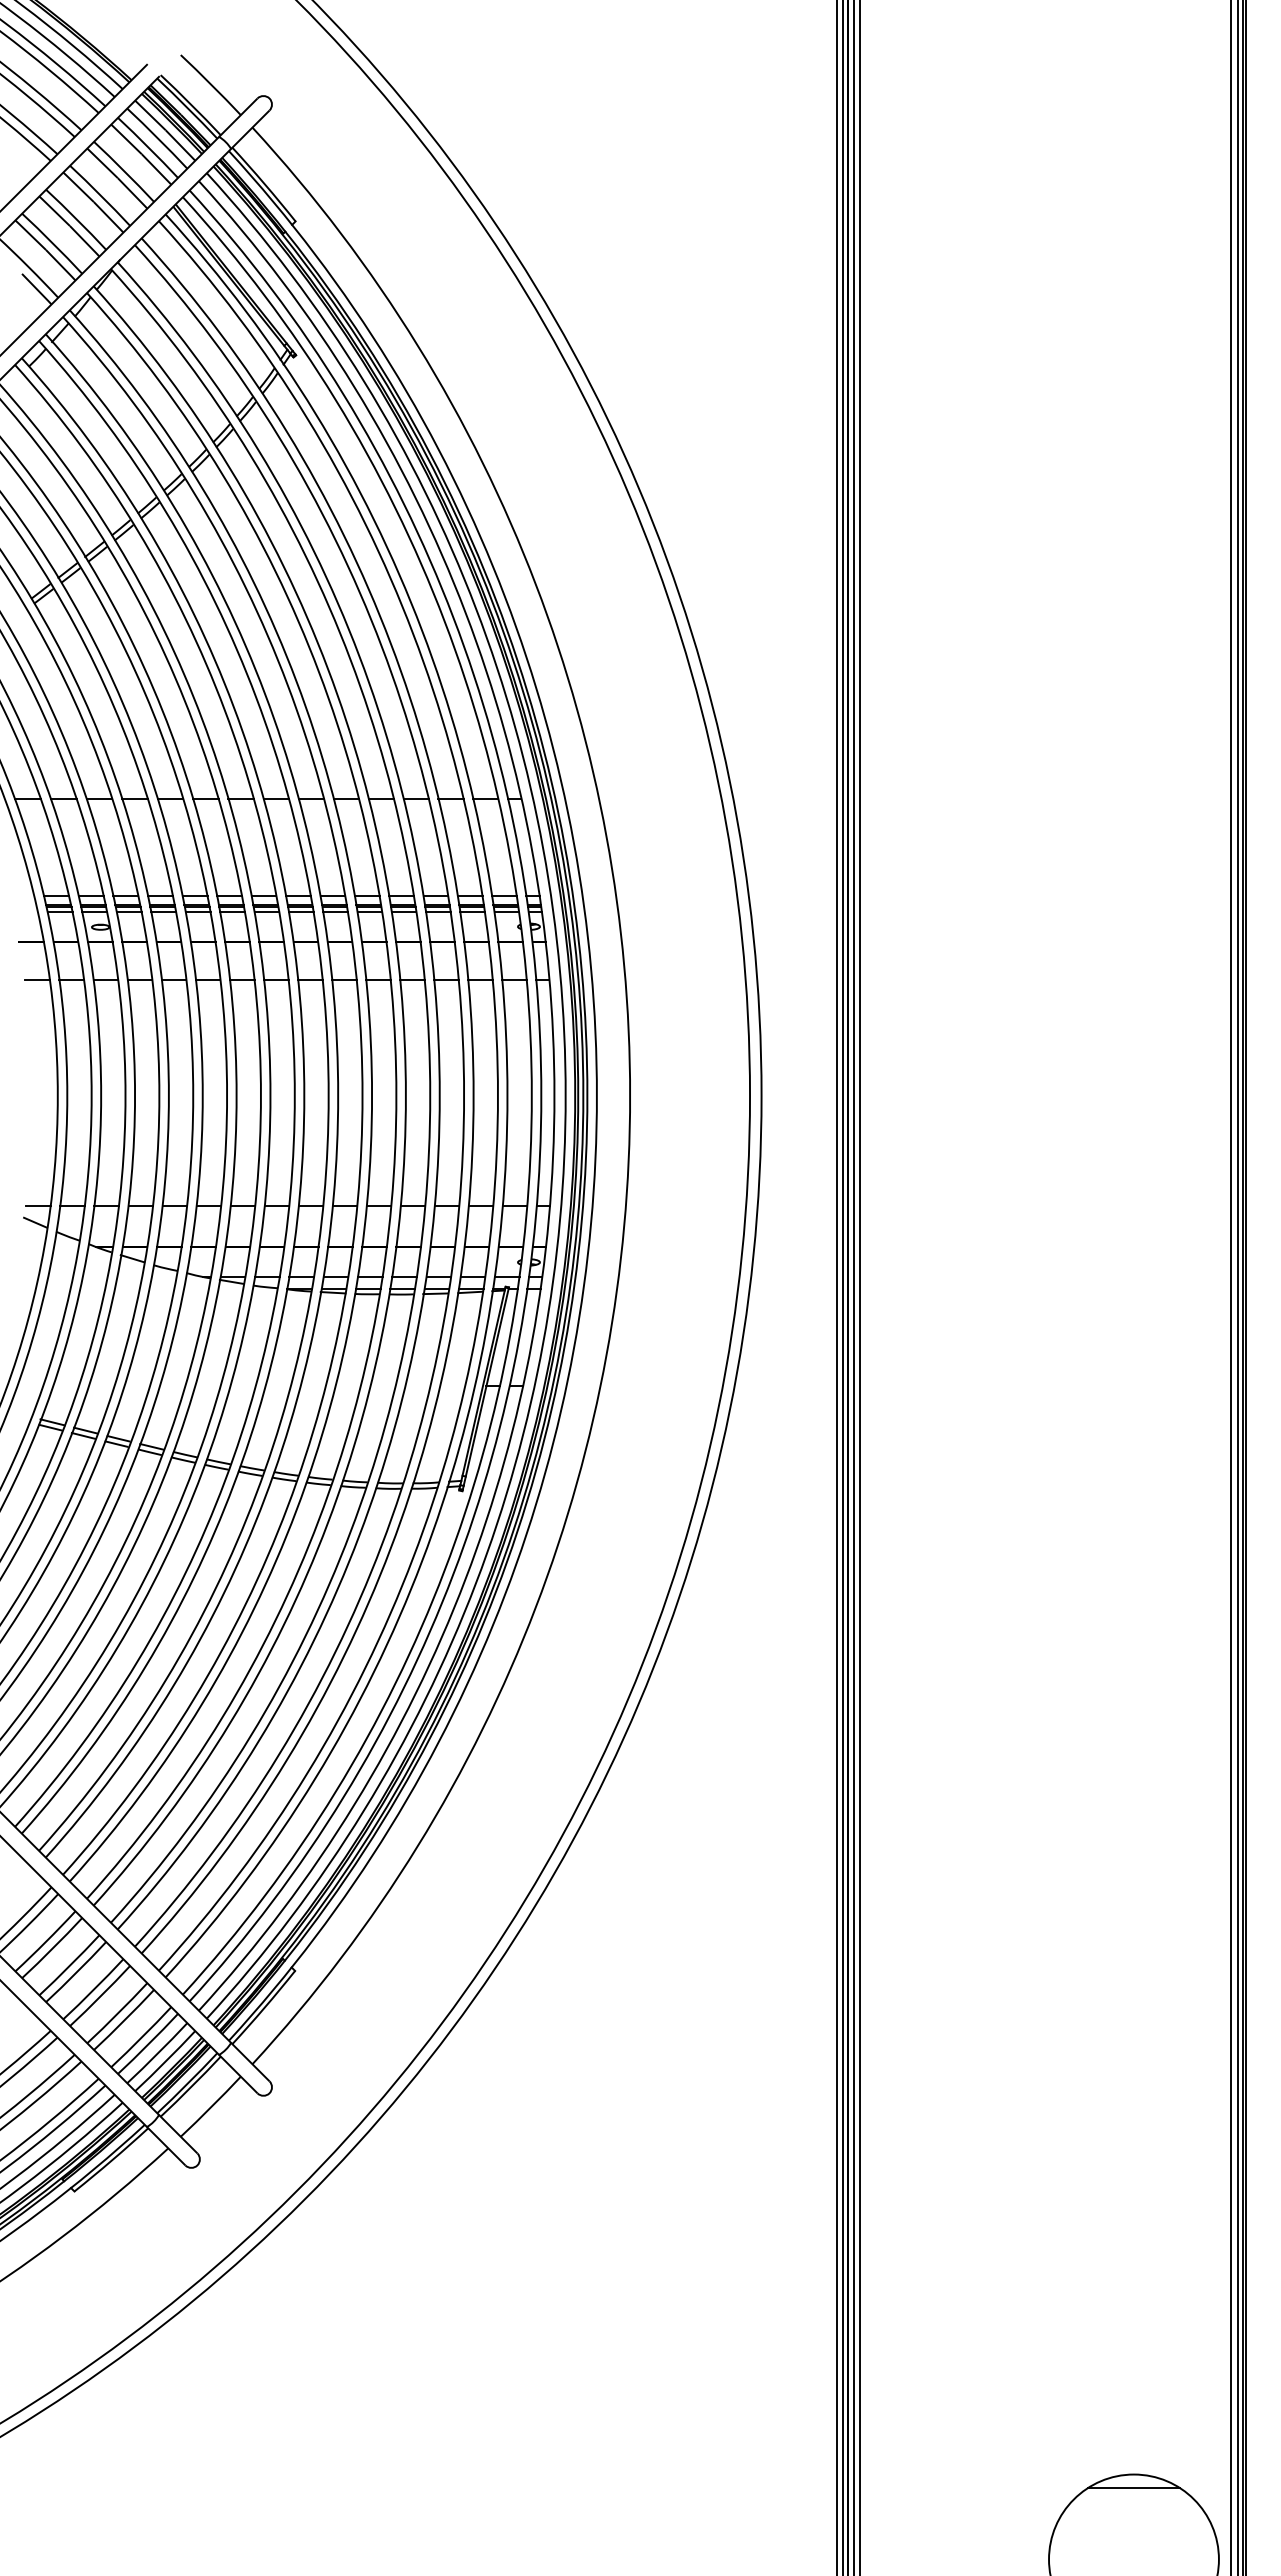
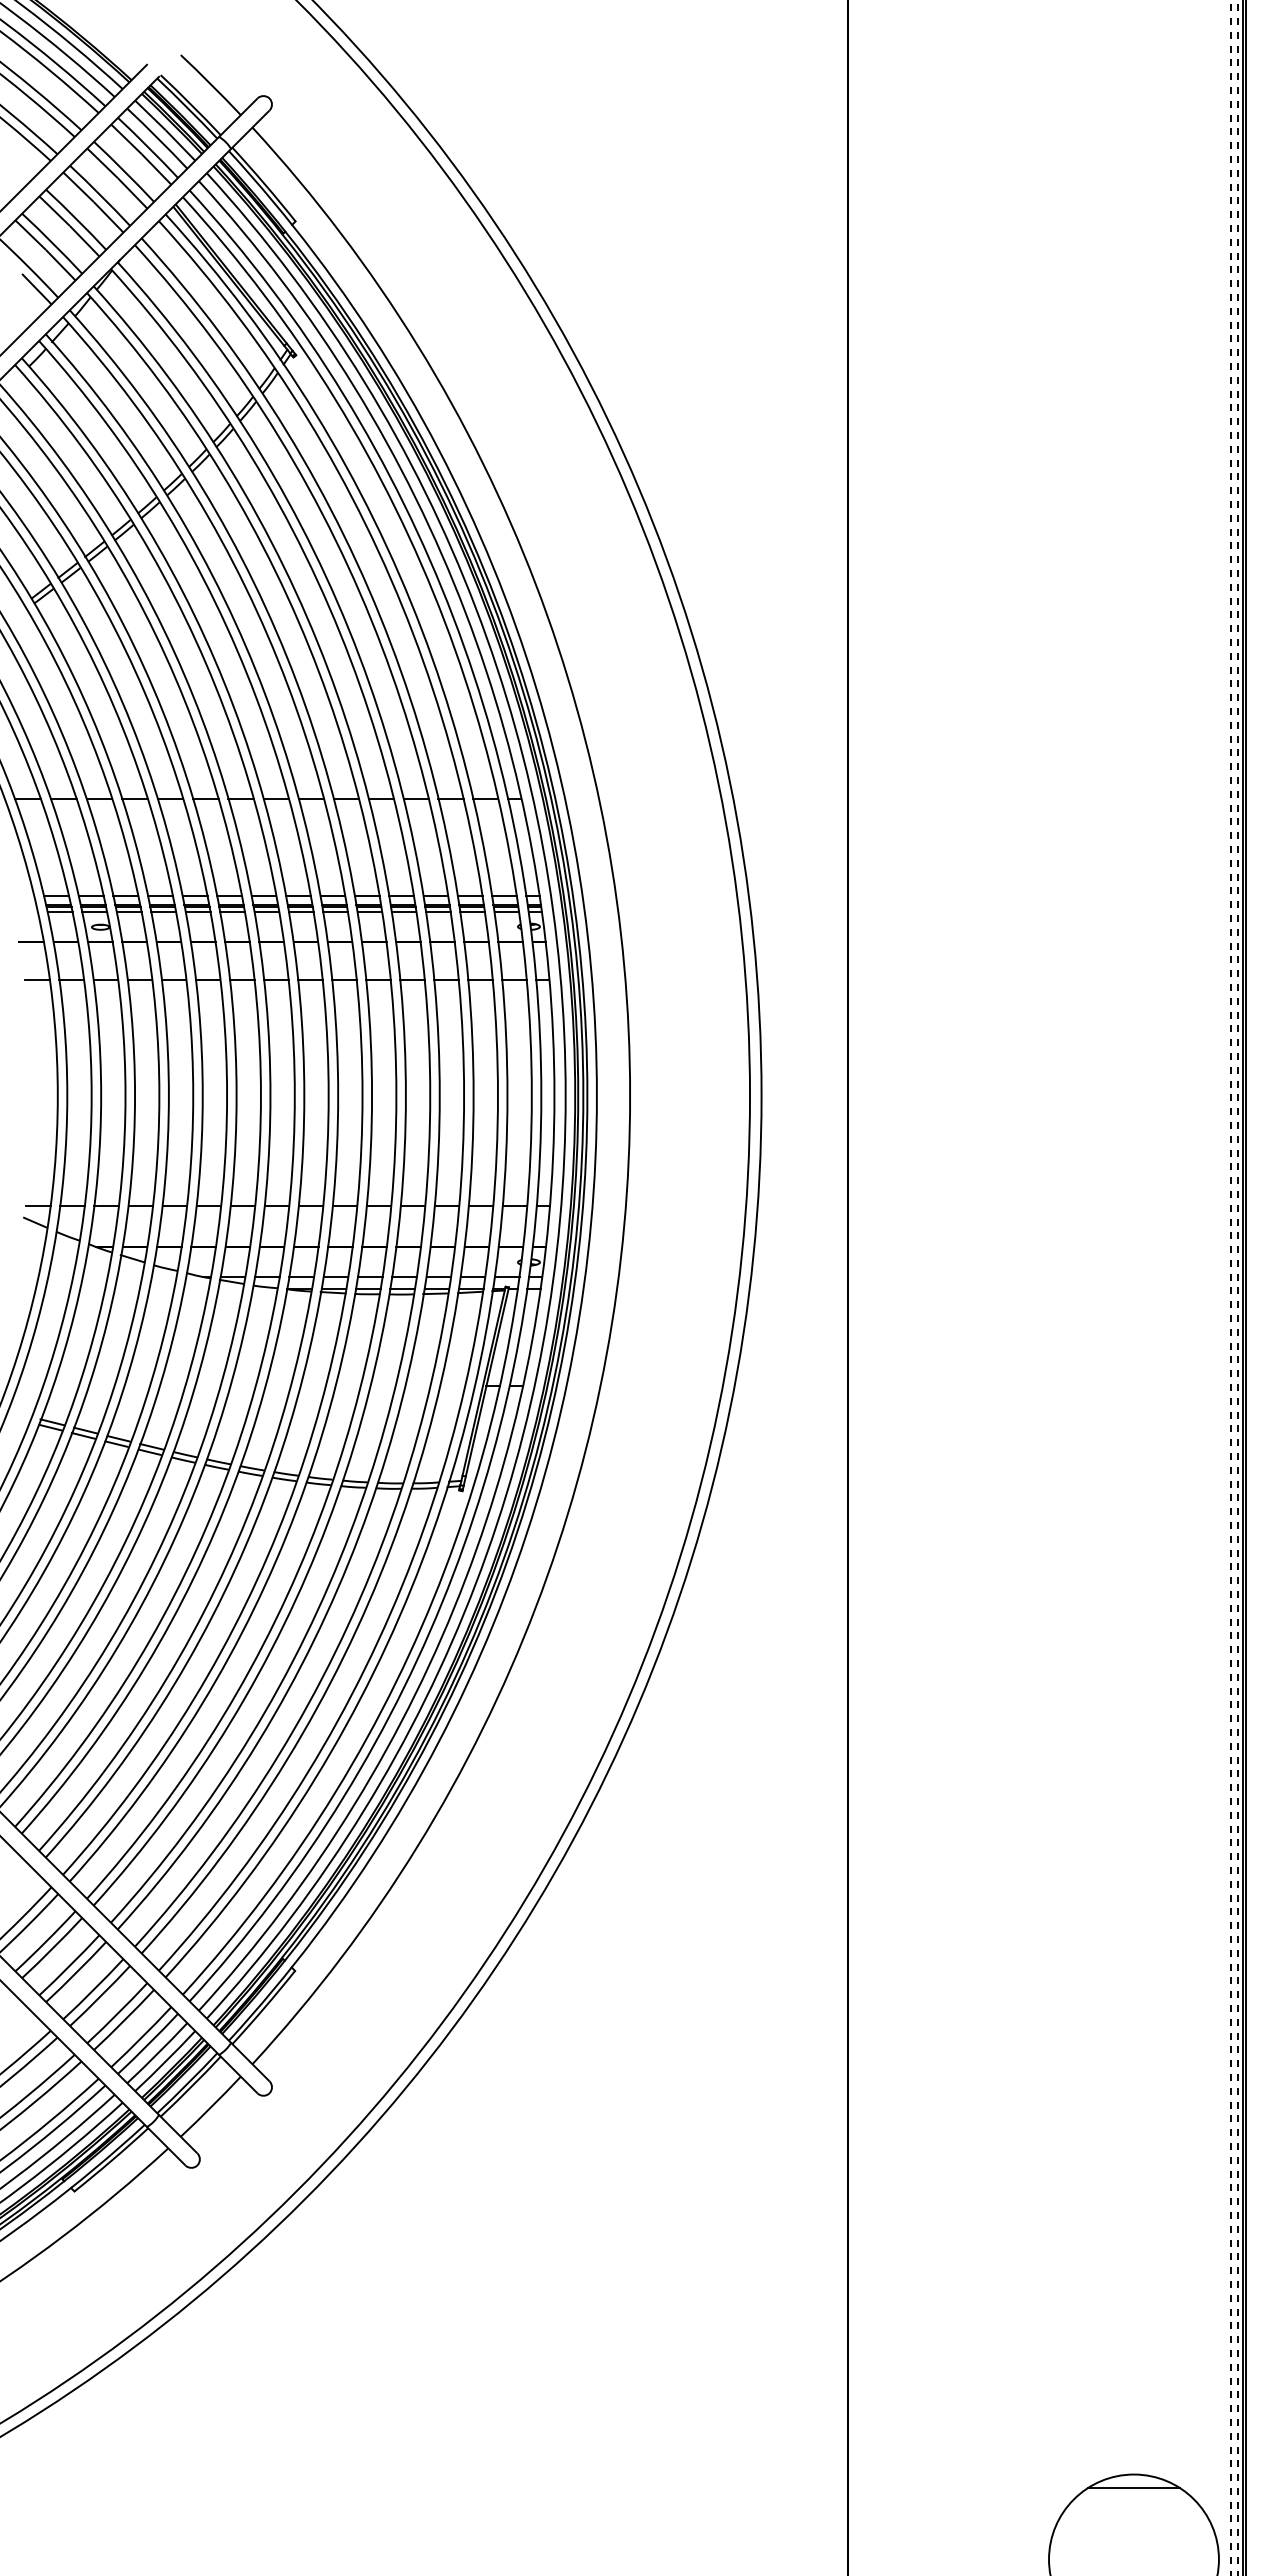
line at (836, 1287): present -> none
line at (843, 1287): present -> none
line at (853, 1287): present -> none
line at (860, 1287): present -> none
line at (1230, 1287): solid -> dashed
line at (1237, 1287): solid -> dashed
